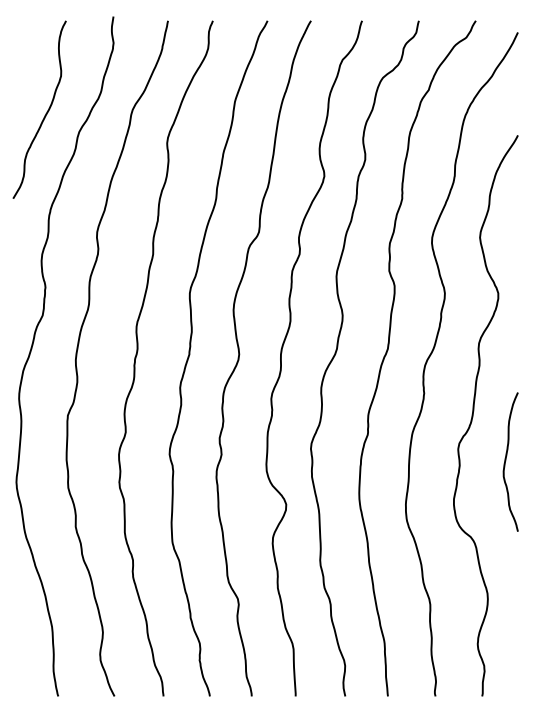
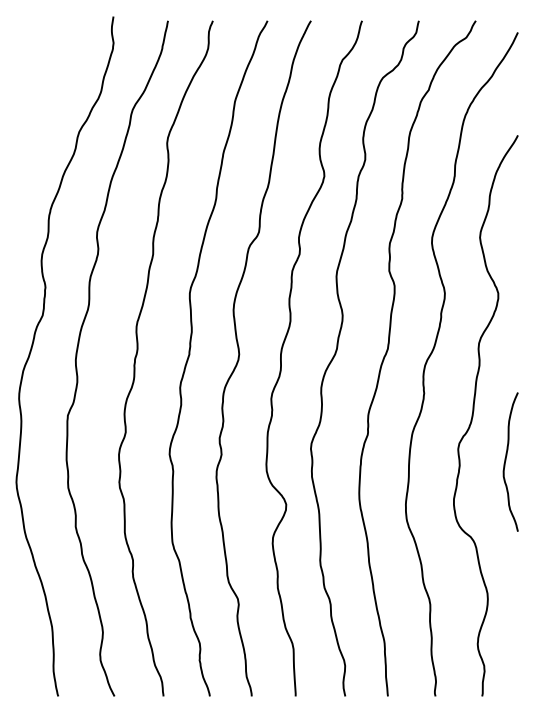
curve at (45, 113): present -> none
